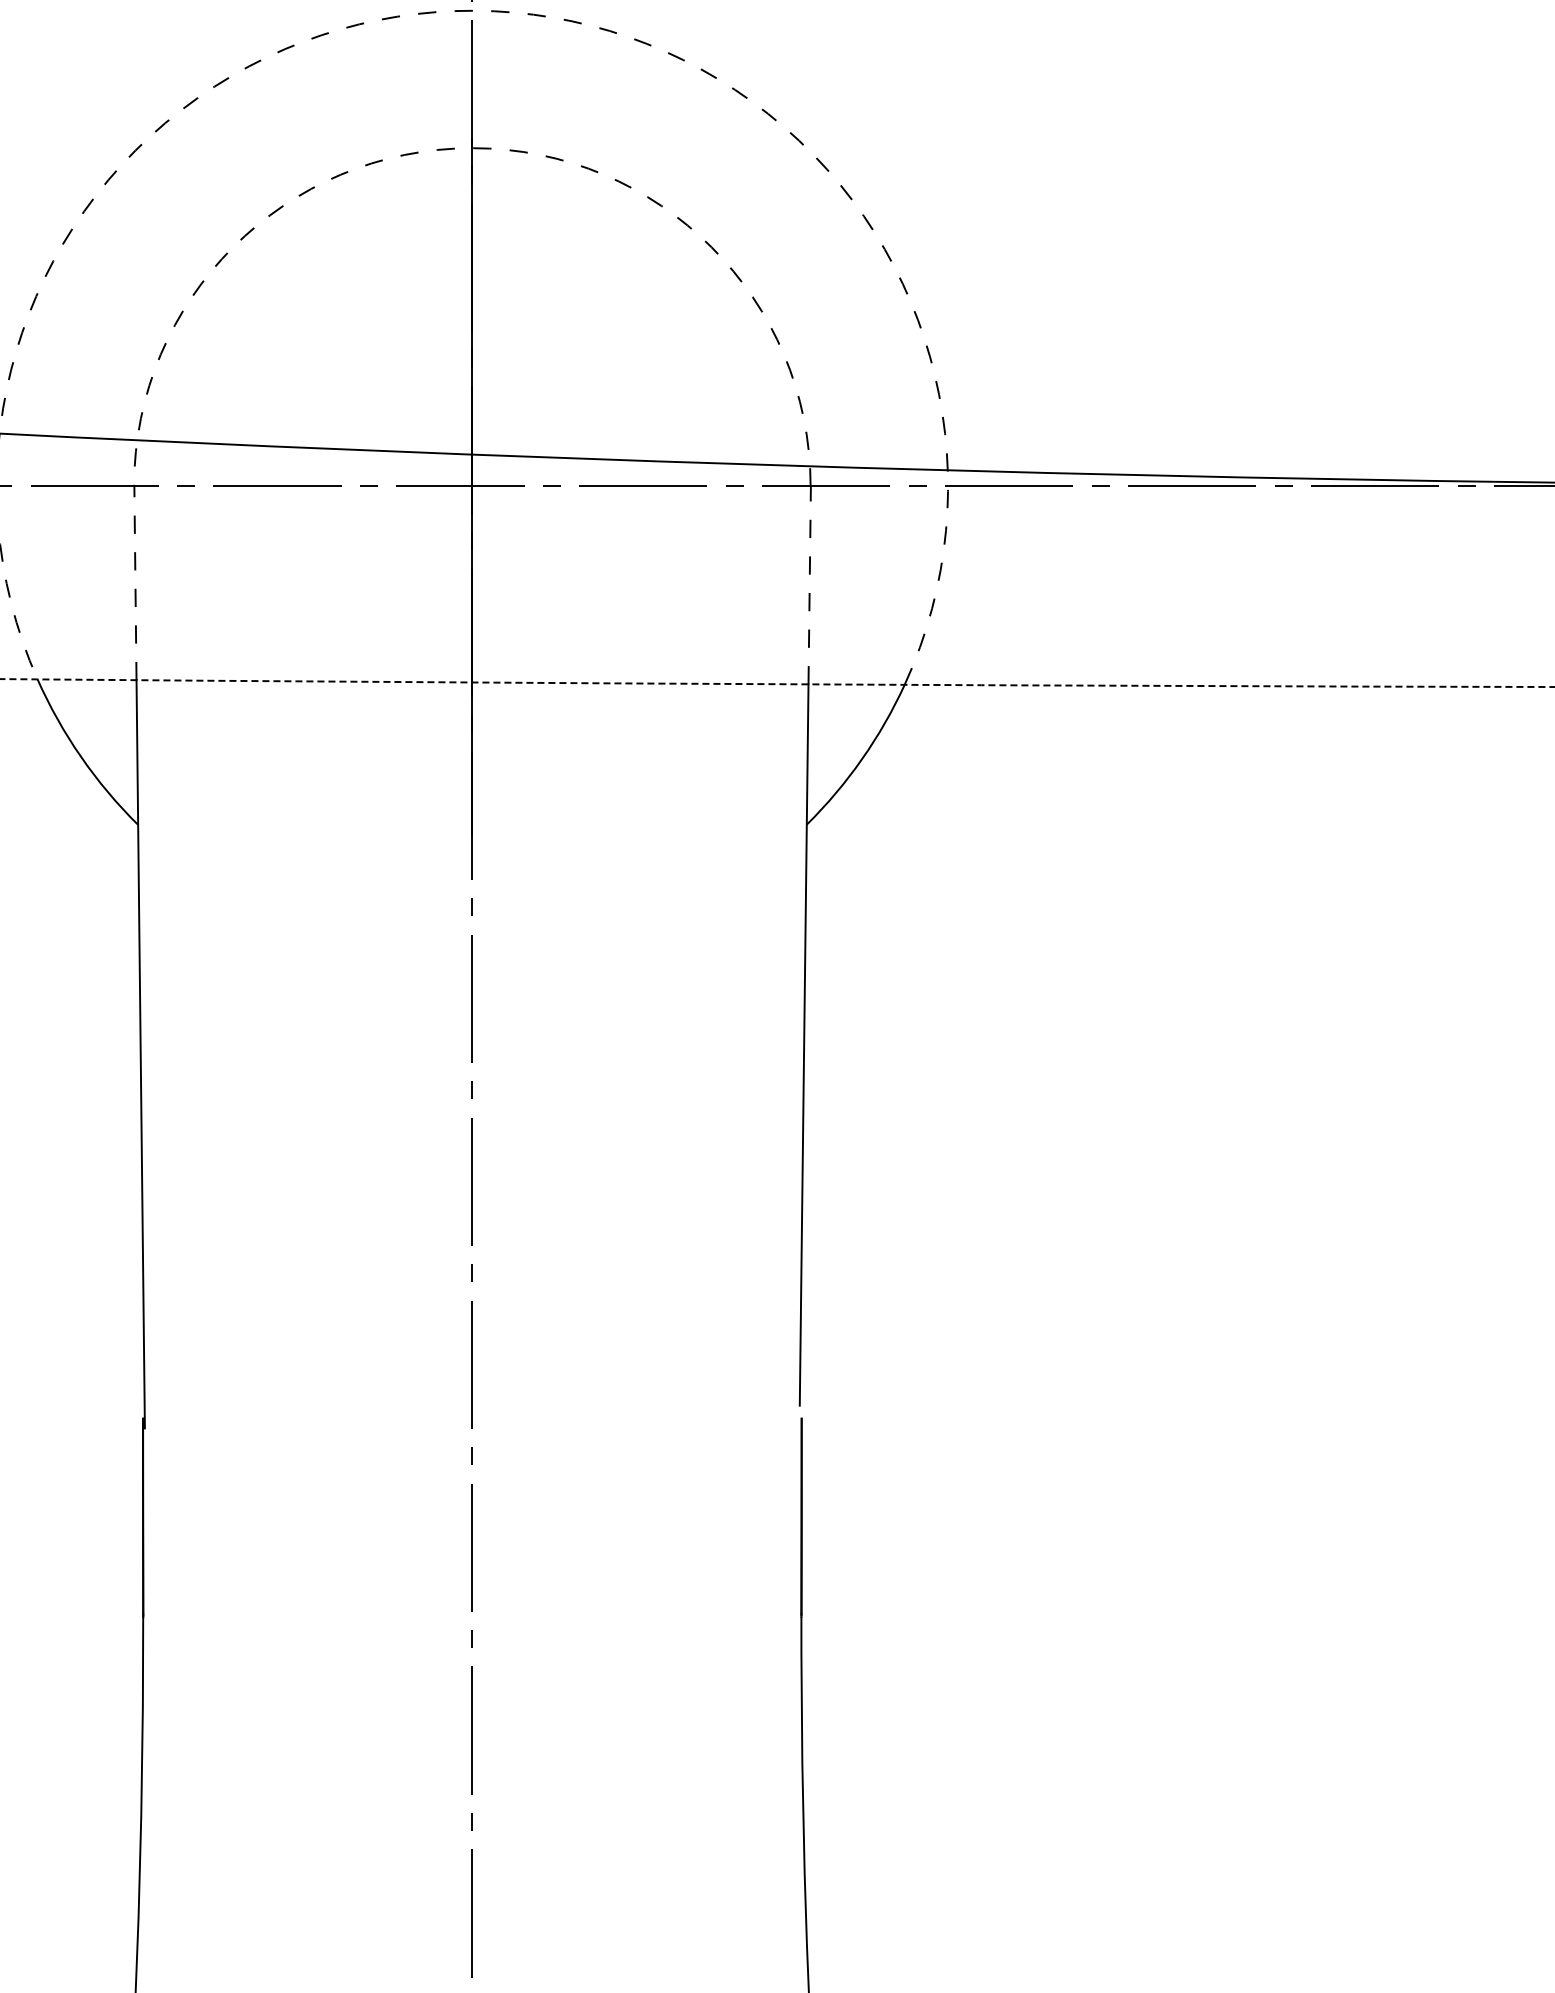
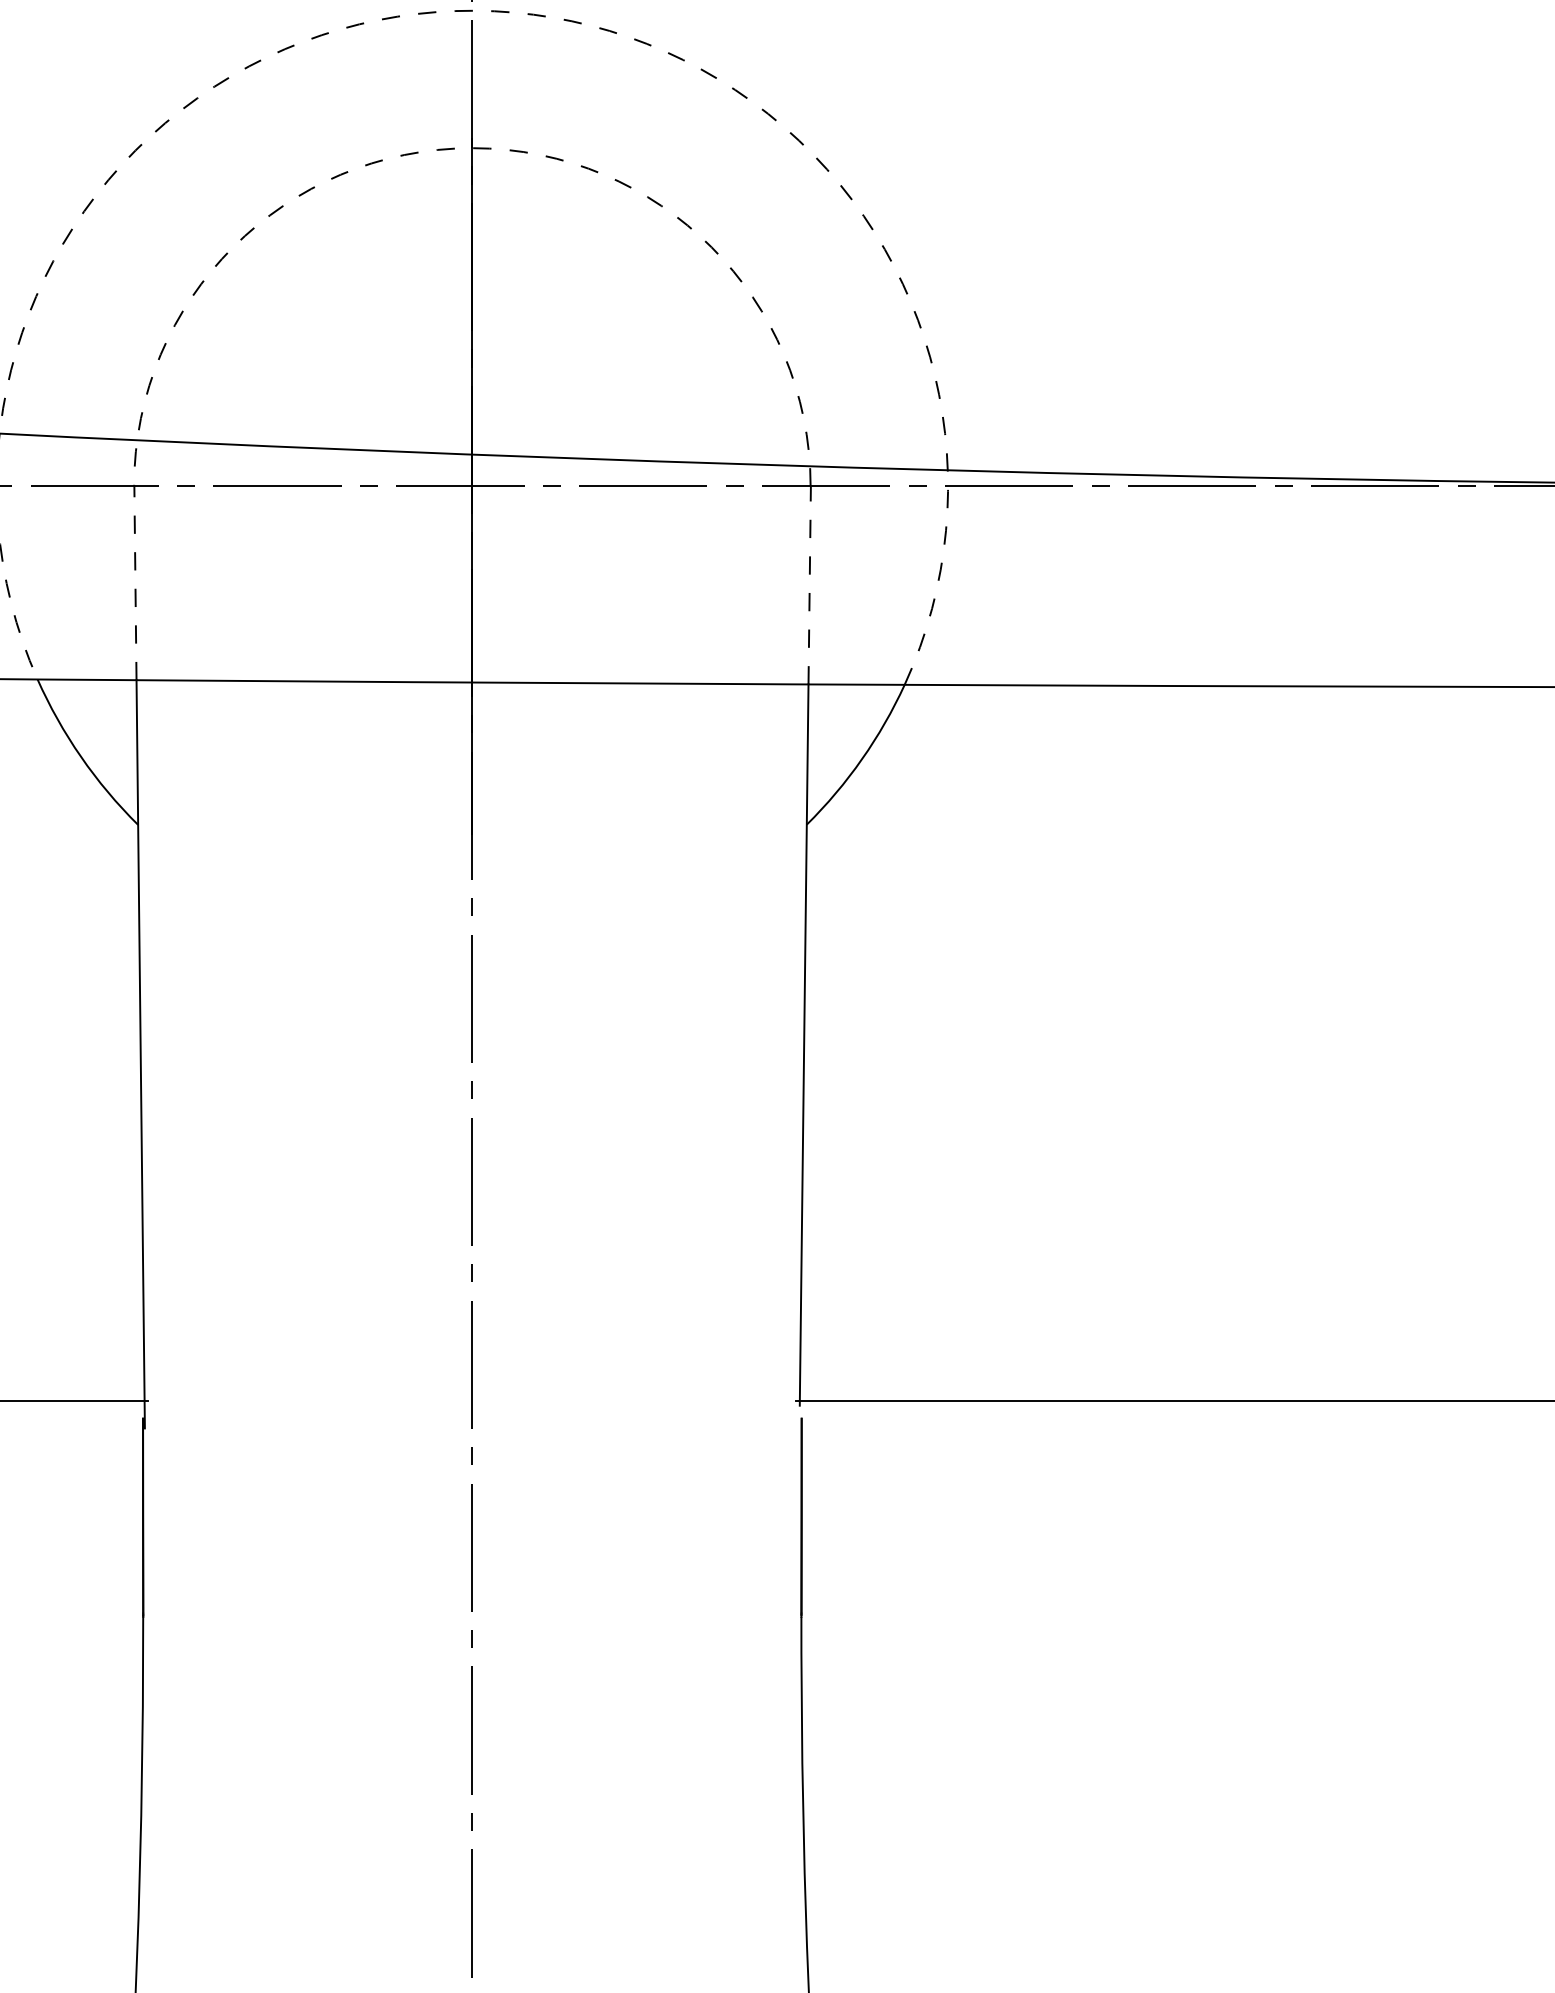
arc at (777, 684): dashed -> solid
line at (75, 1401): none -> present
line at (1173, 1401): none -> present
